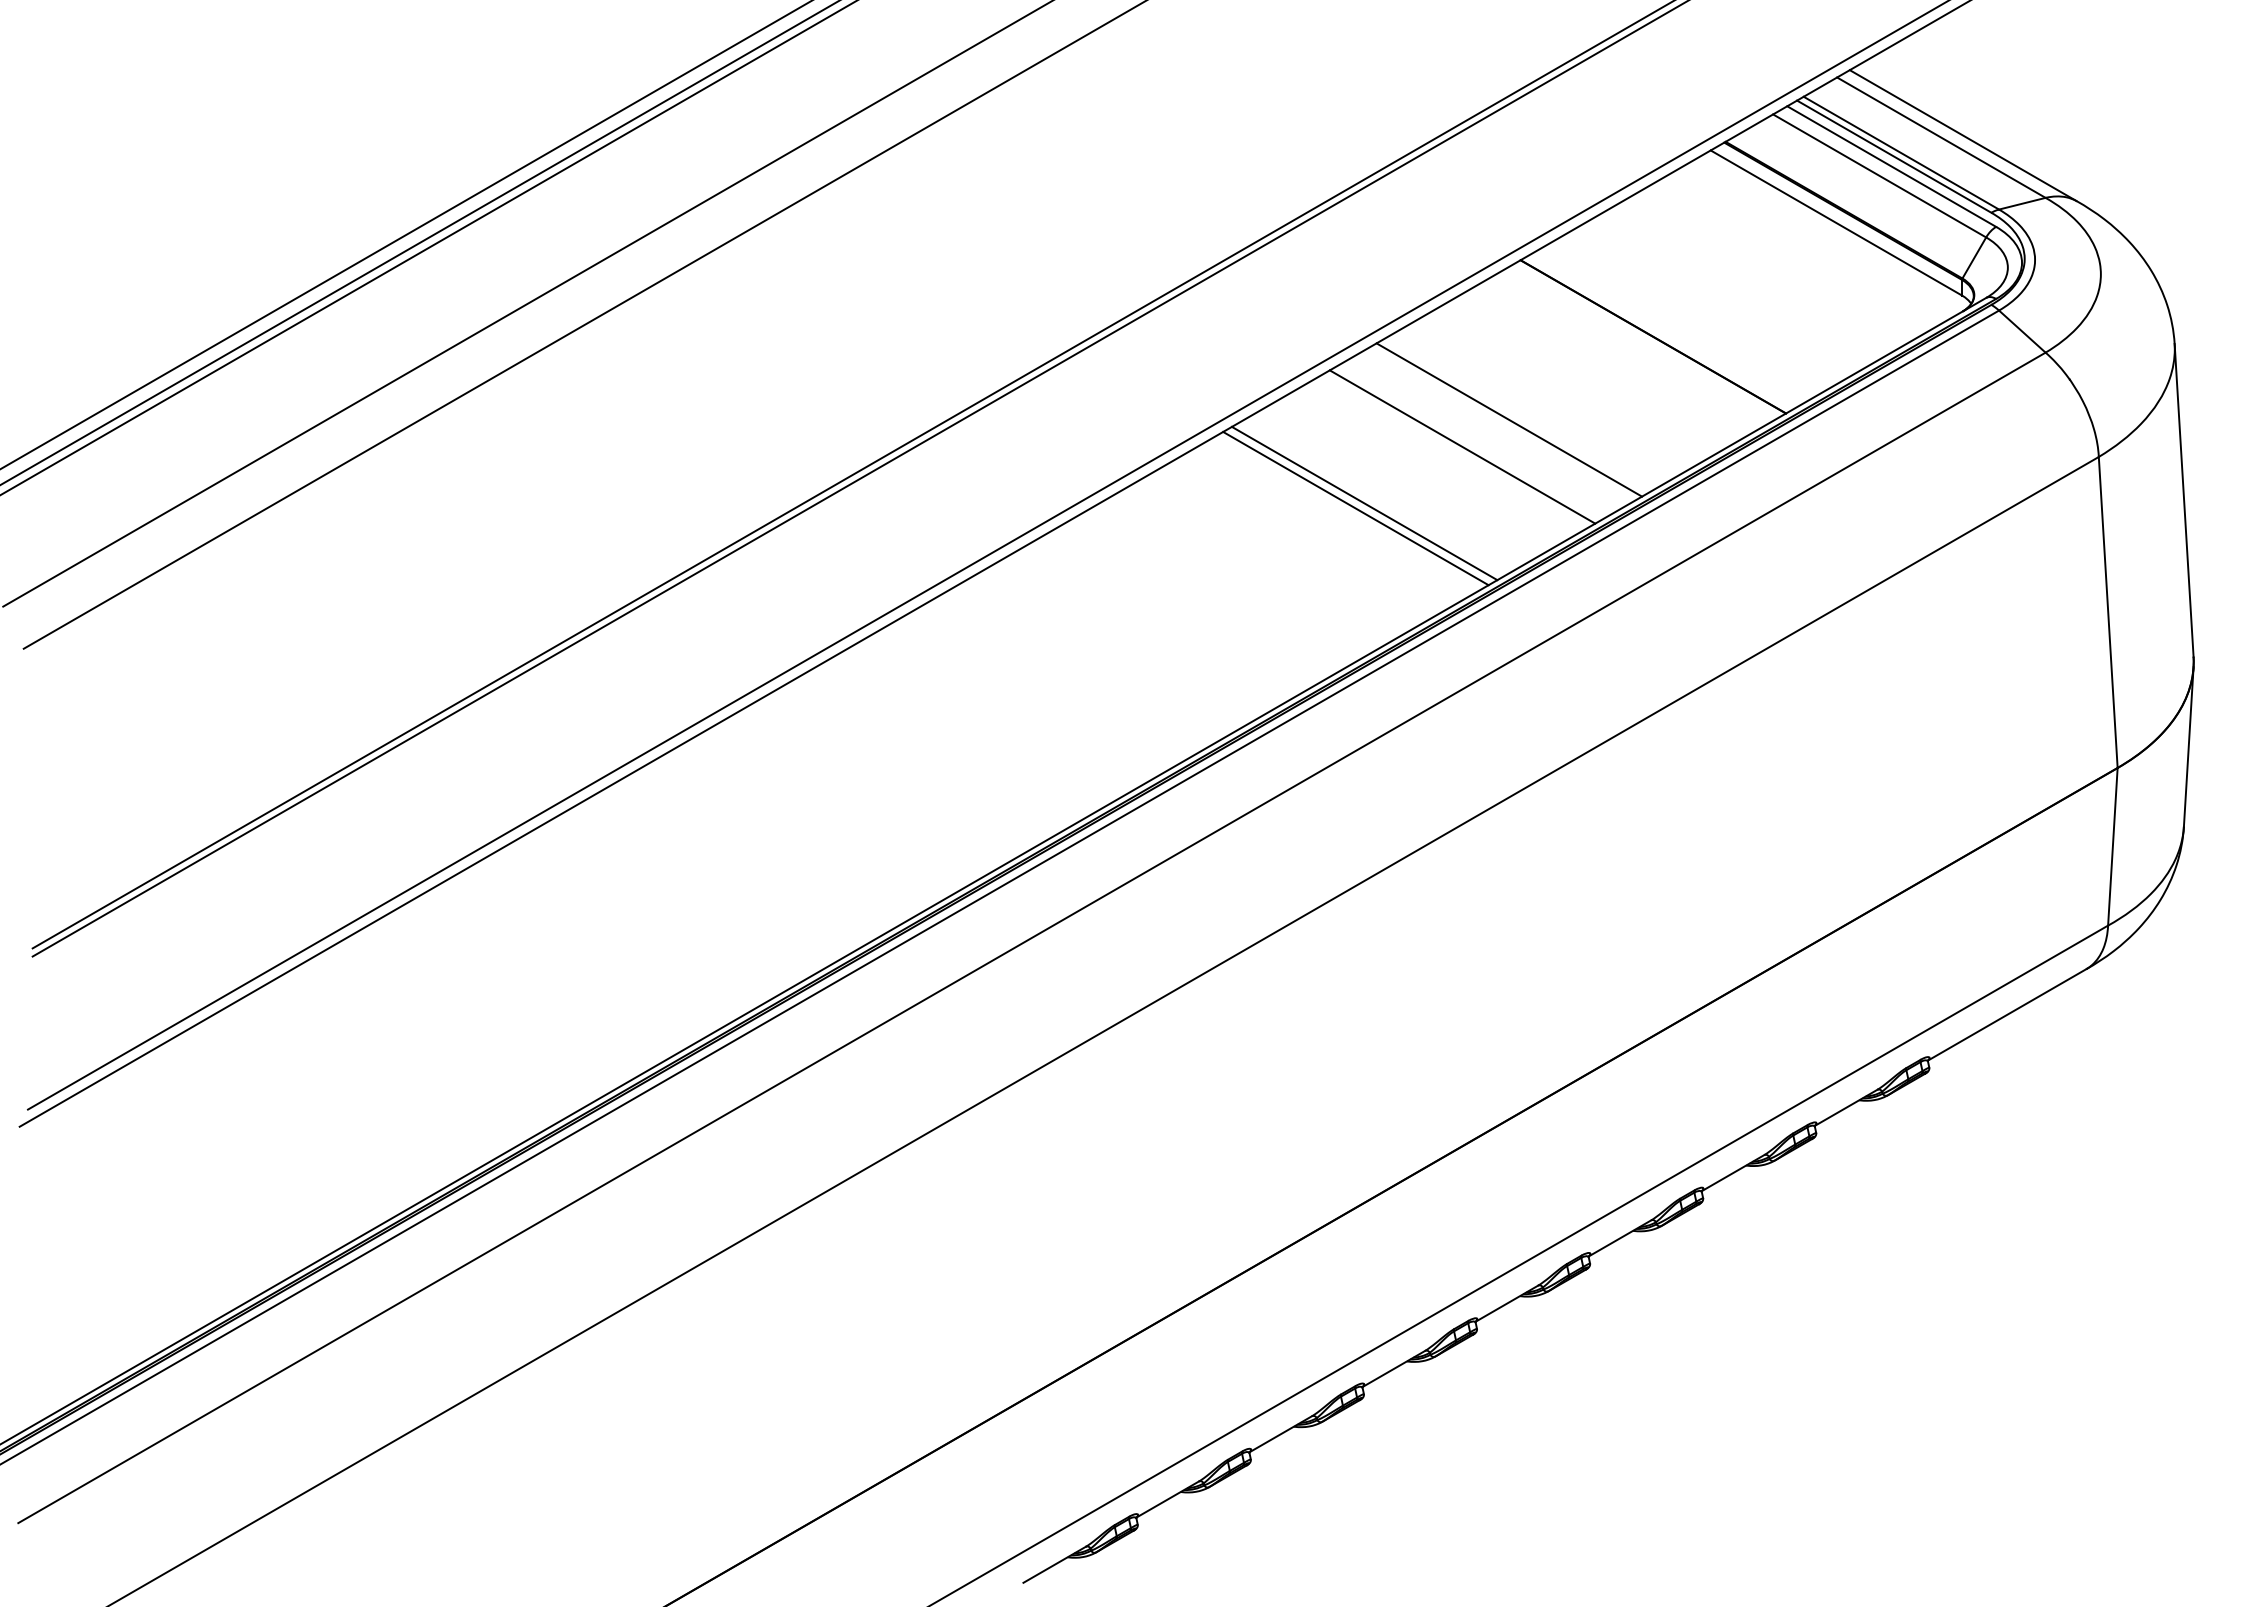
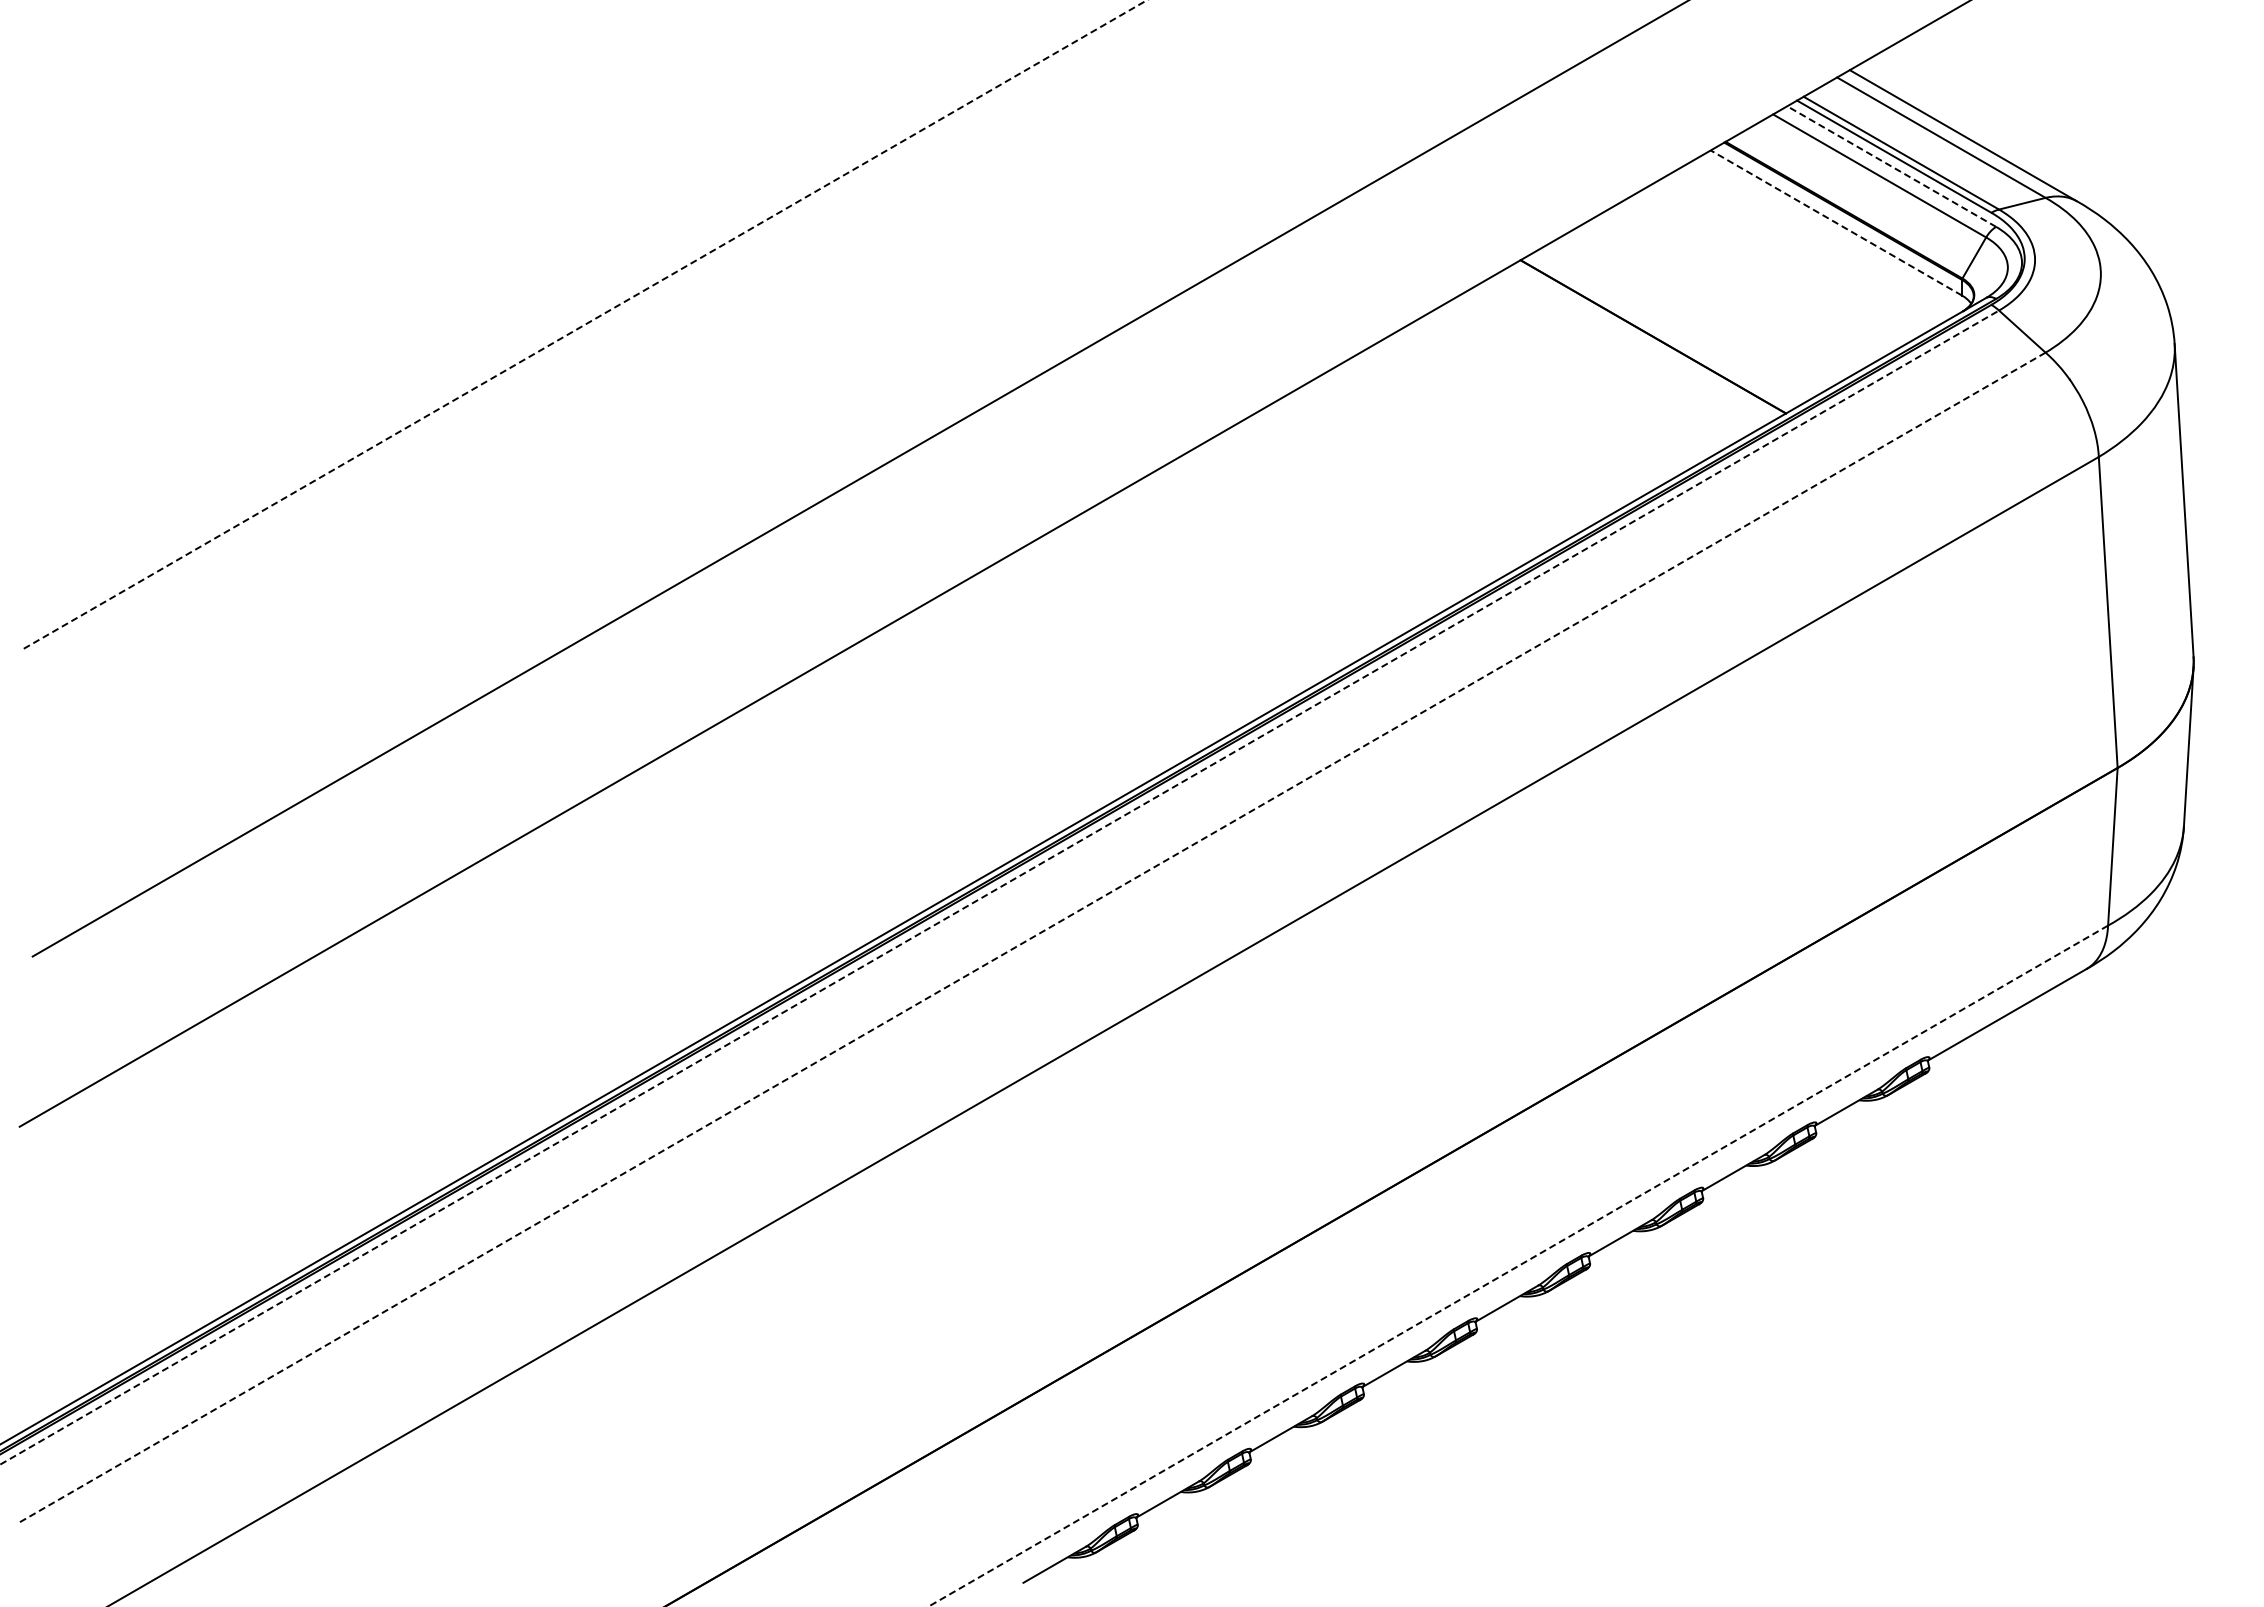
line at (1891, 166): solid -> dashed
line at (1835, 222): solid -> dashed
line at (405, 234): present -> none
line at (419, 242): present -> none
line at (428, 248): present -> none
line at (526, 304): present -> none
line at (585, 324): solid -> dashed
line at (1509, 419): present -> none
line at (1462, 446): present -> none
line at (851, 475): present -> none
line at (1364, 503): present -> none
line at (1355, 508): present -> none
line at (986, 555): present -> none
line at (999, 887): solid -> dashed
line at (1031, 938): solid -> dashed
line at (1518, 1266): solid -> dashed
